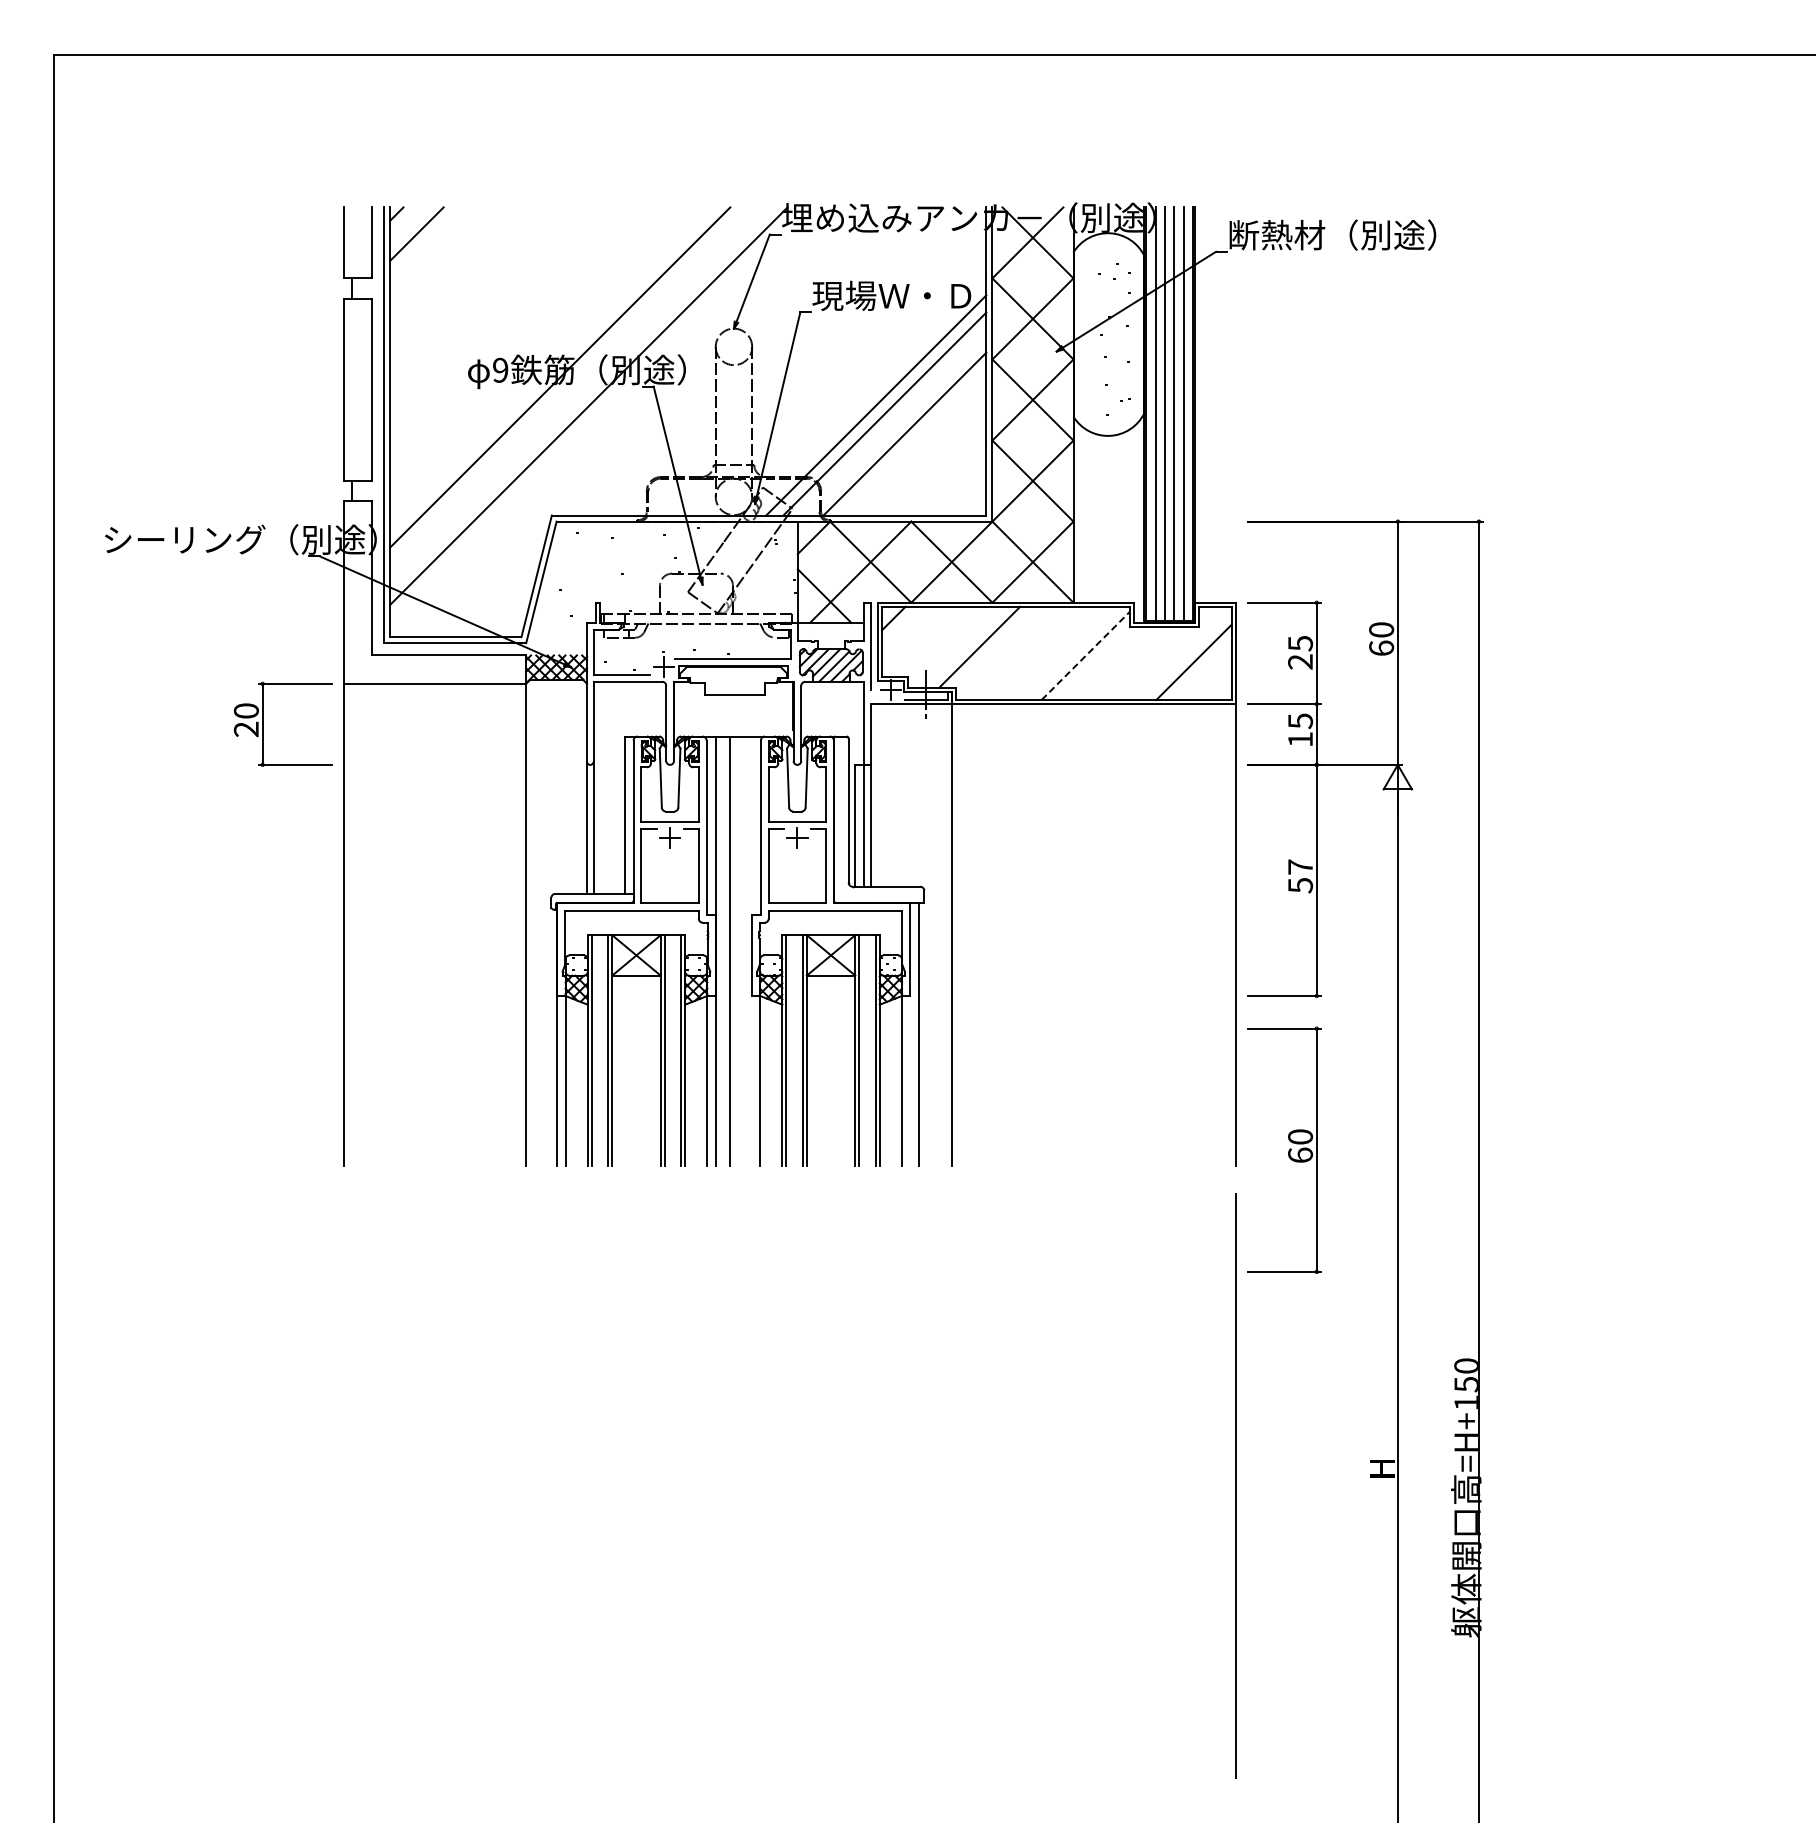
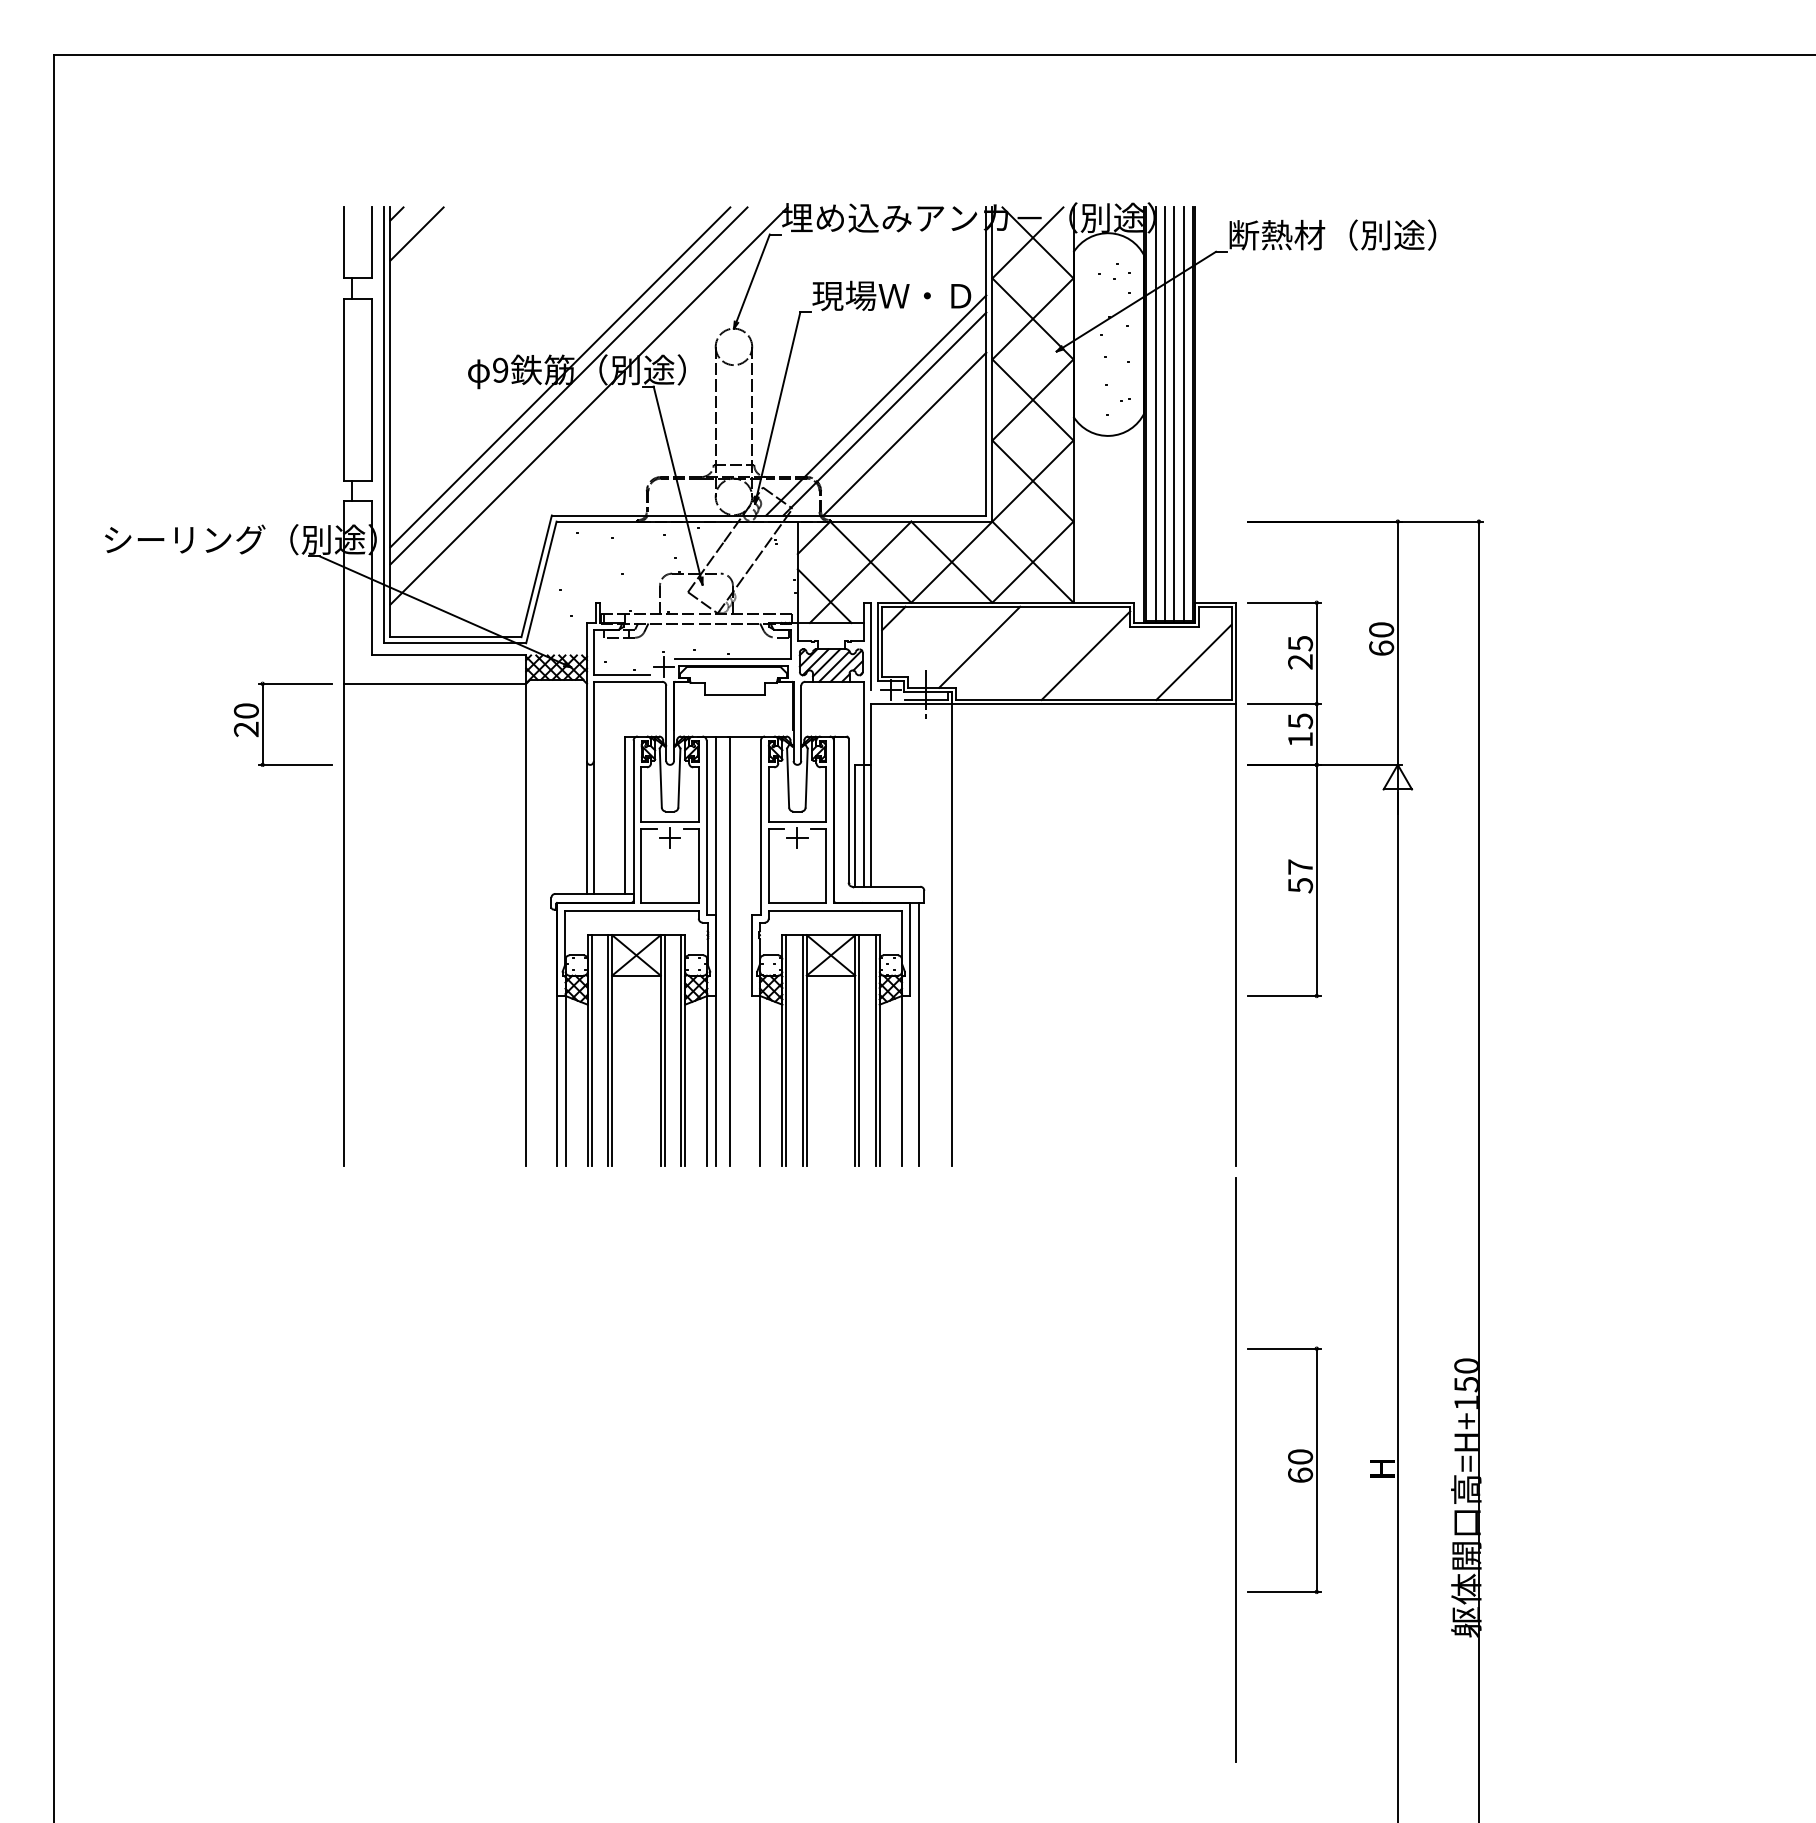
line at (568, 385): none -> present
line at (1085, 655): dashed -> solid
part at (1284, 1149) position: (1284, 1149) -> (1284, 1469)
line at (1235, 1485) position: (1235, 1485) -> (1235, 1469)
